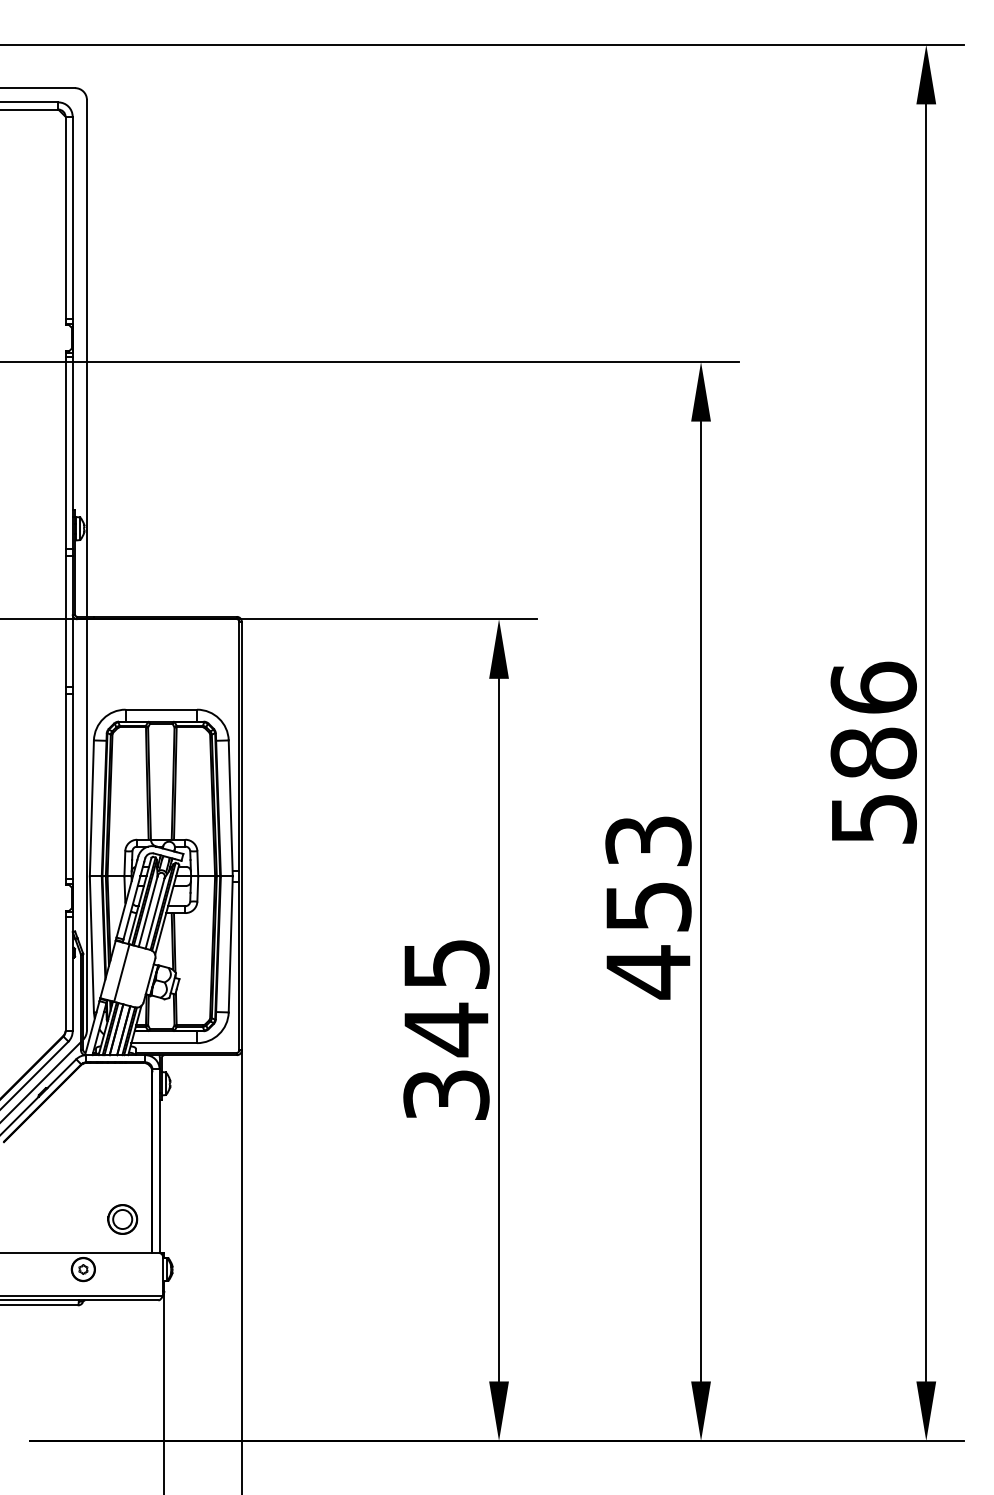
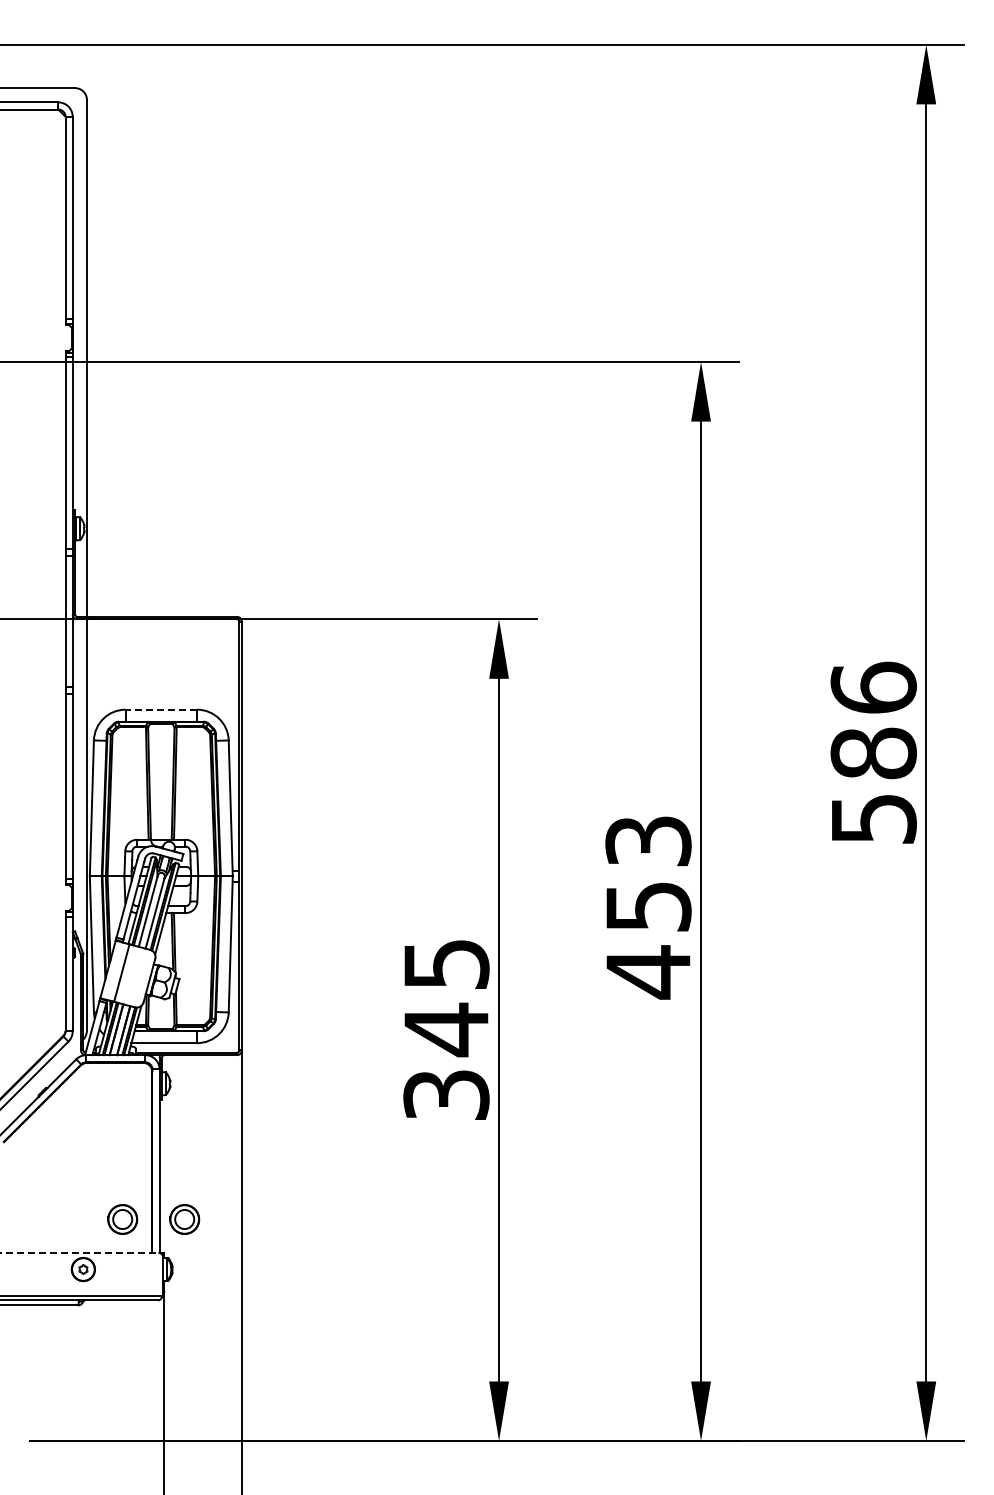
line at (161, 709): solid -> dashed
line at (41, 1081): present -> none
part at (184, 1219): none -> present
line at (79, 1252): solid -> dashed
